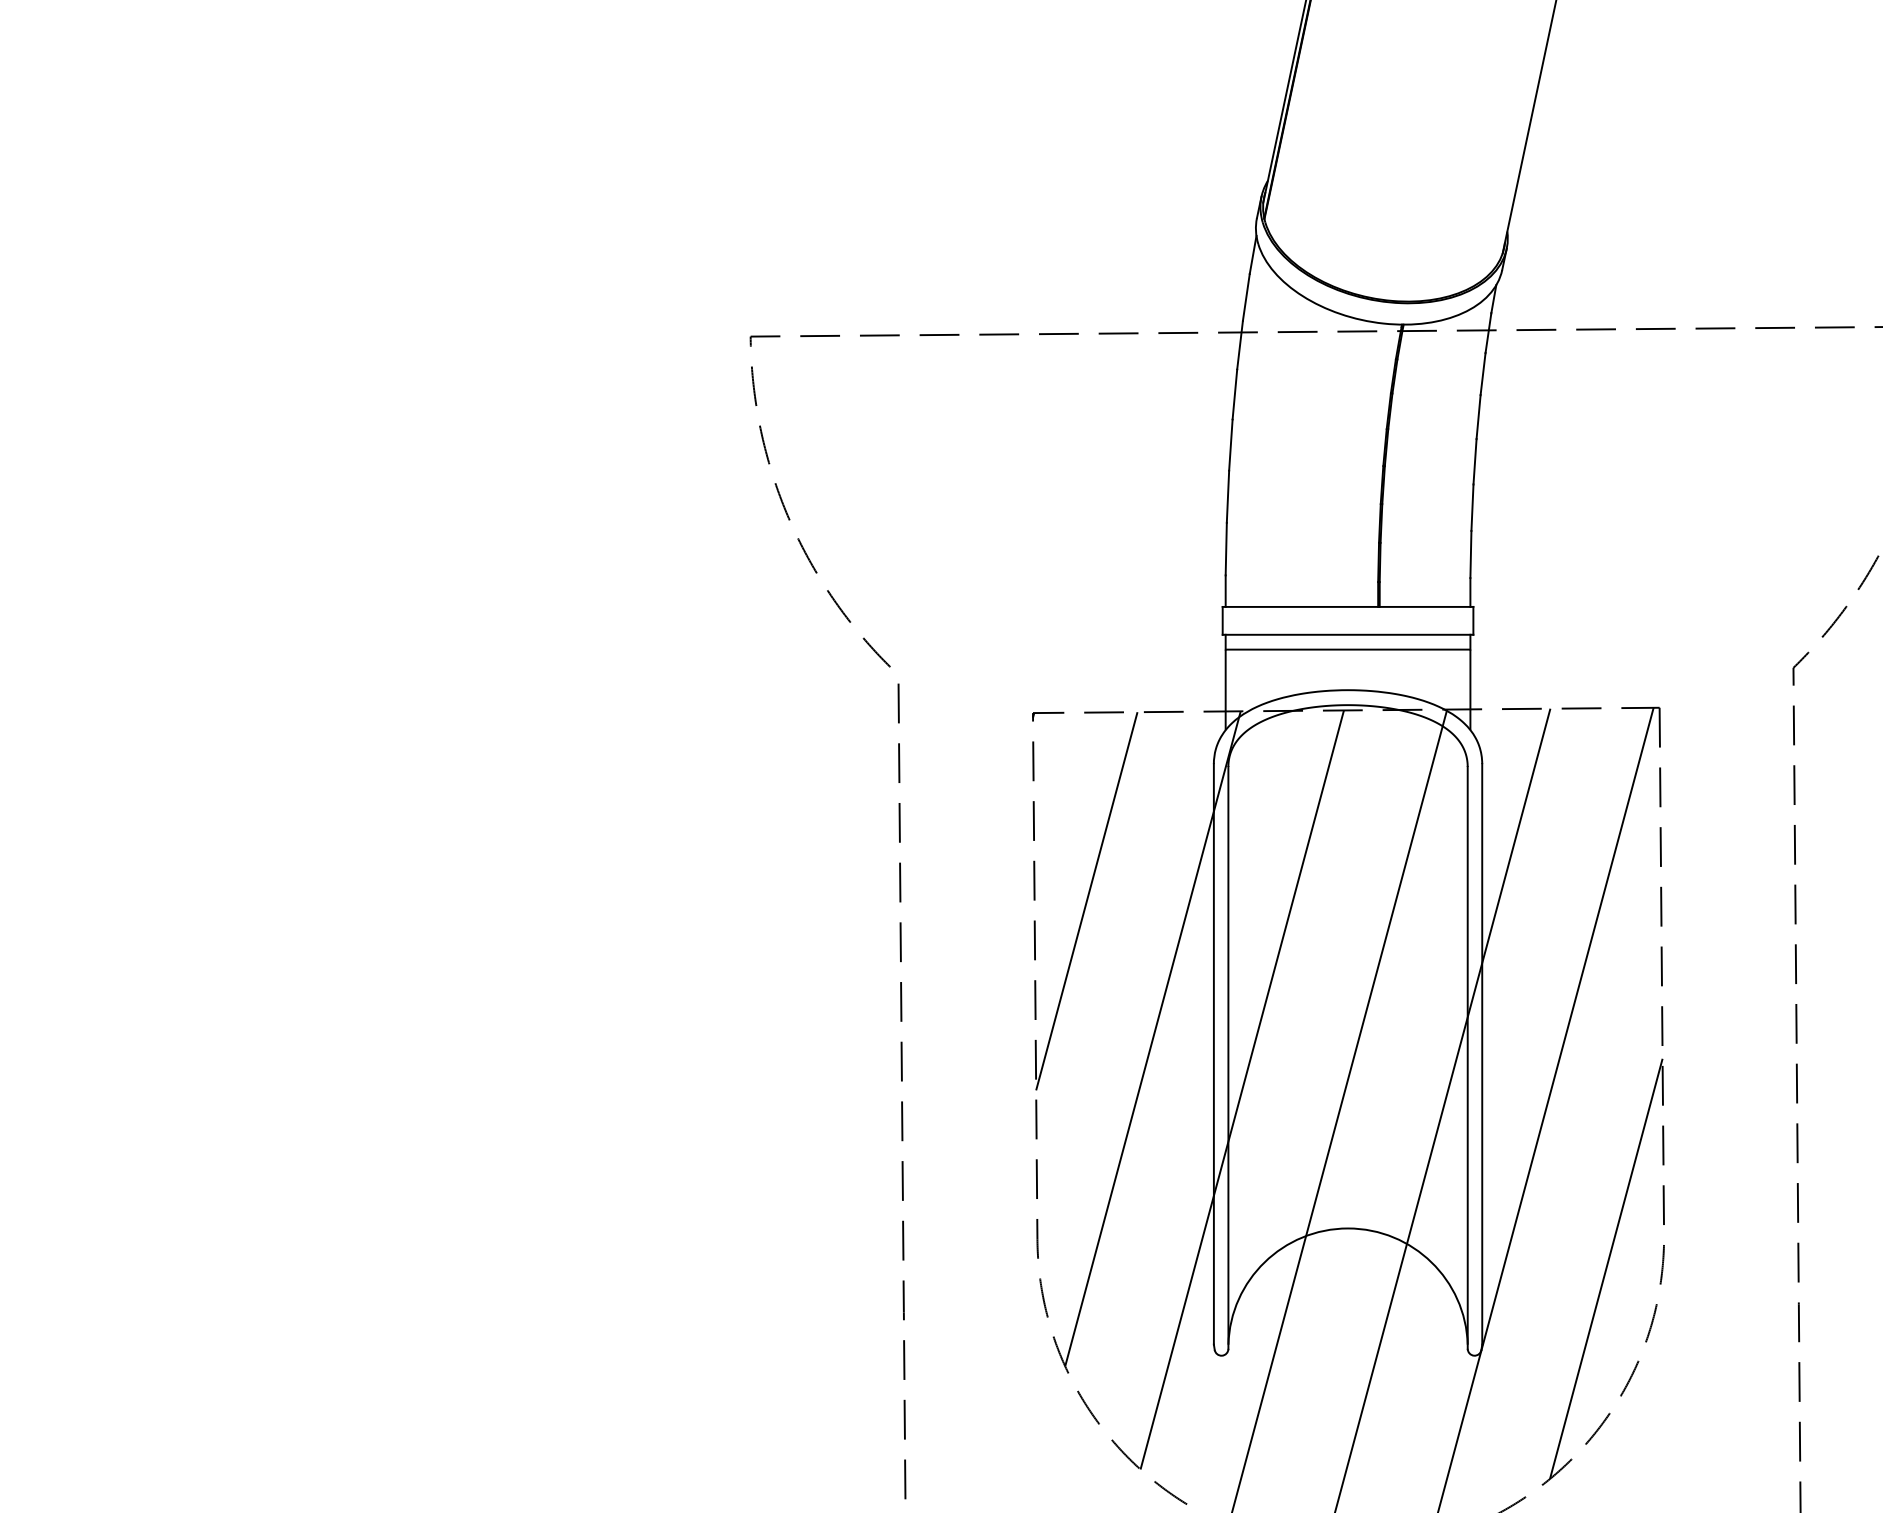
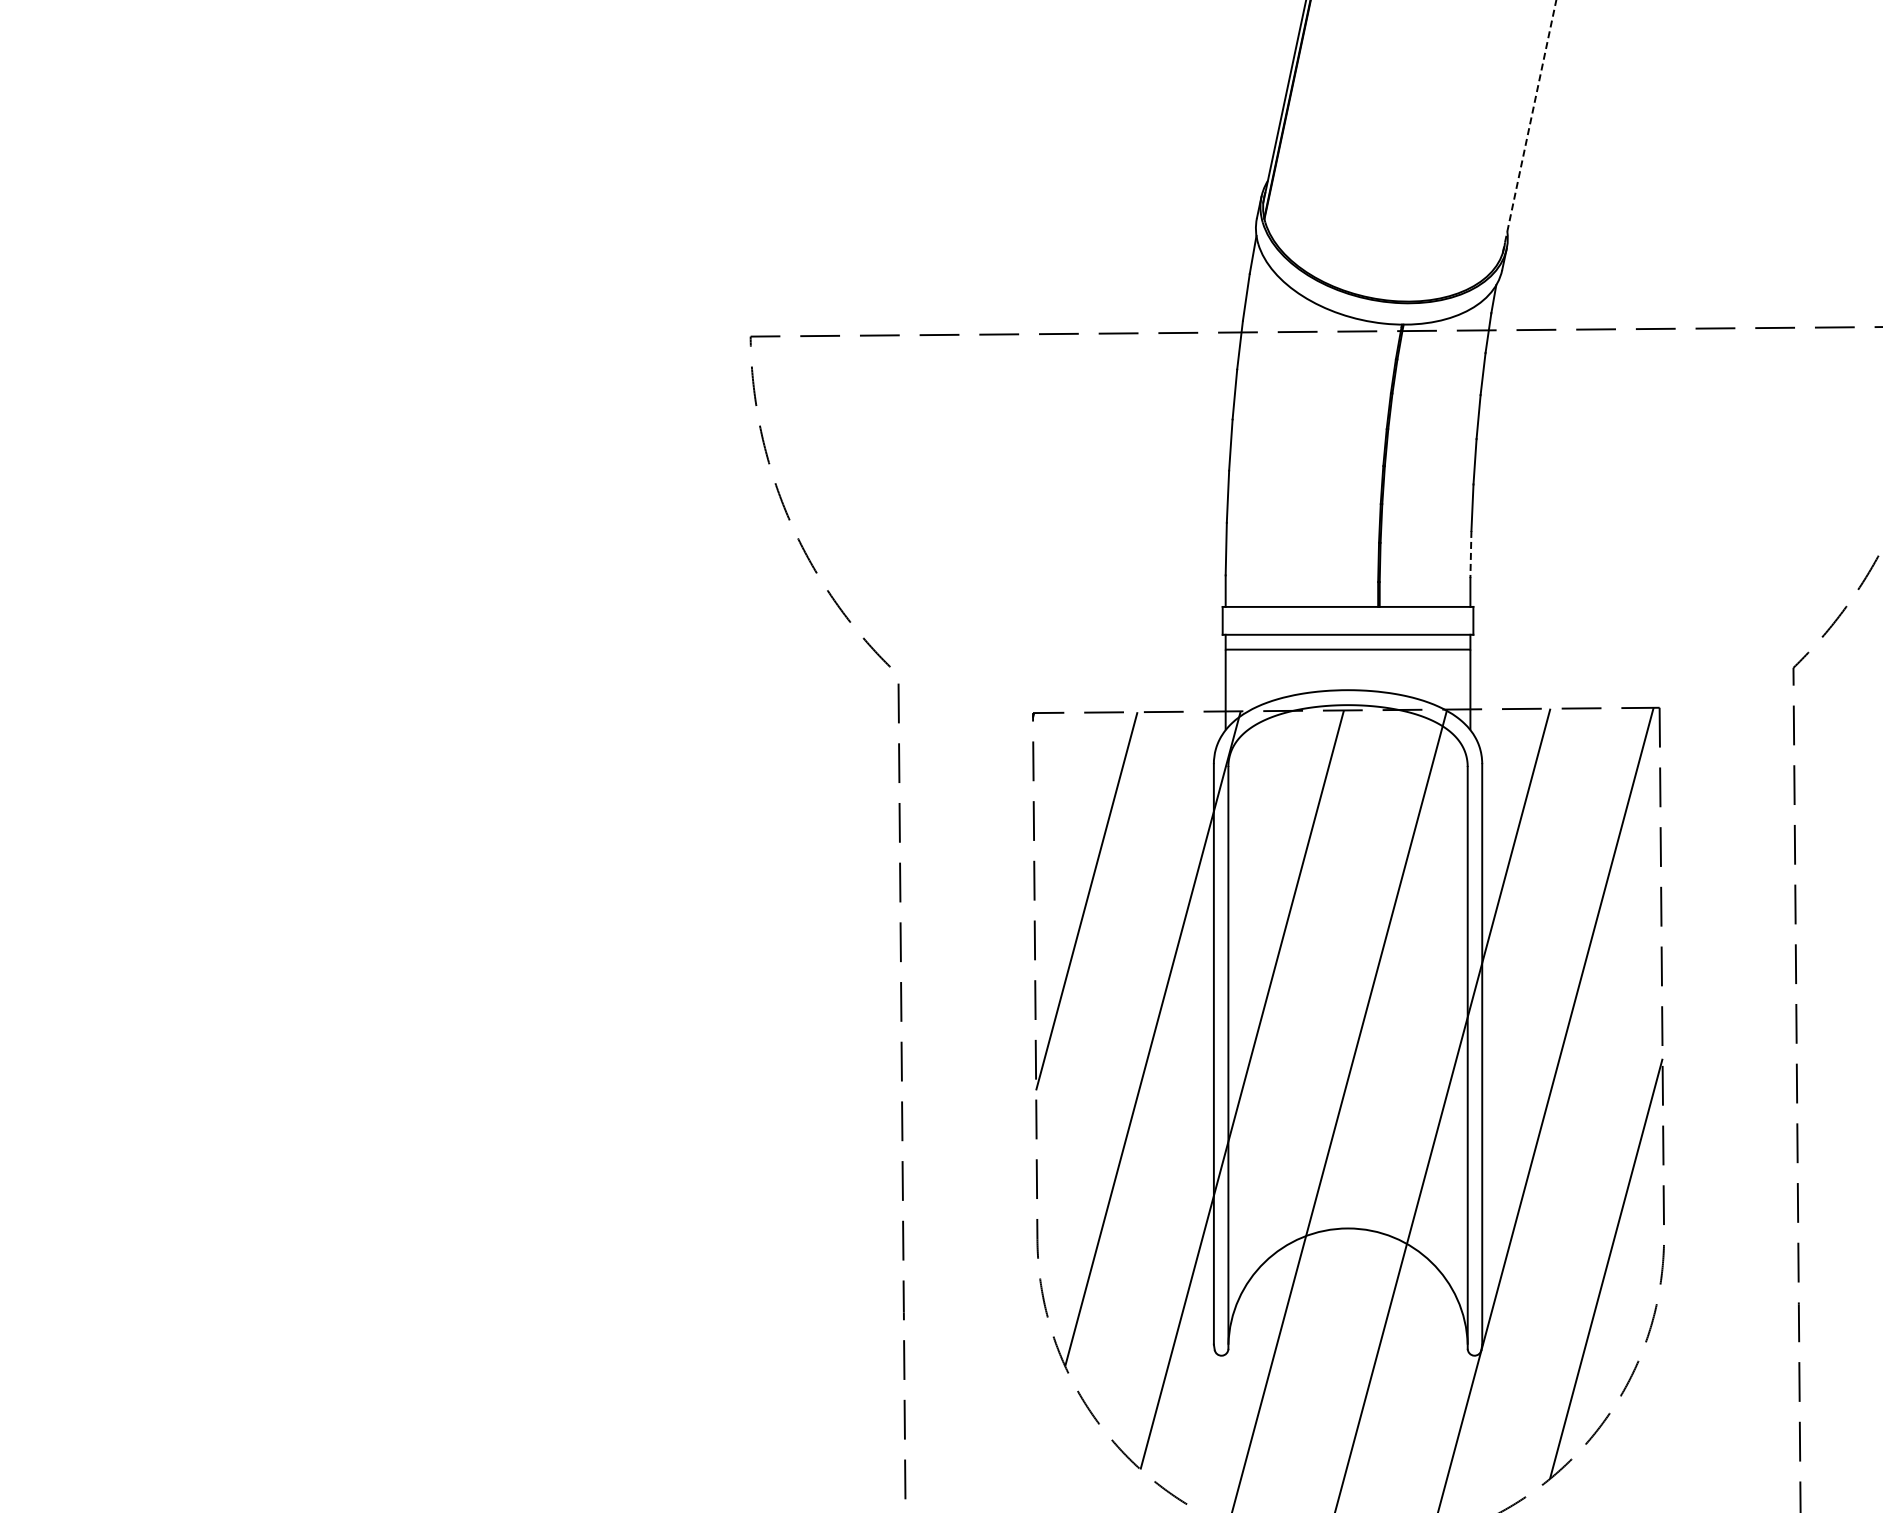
line at (1529, 126): solid -> dashed
line at (1470, 554): solid -> dashed
